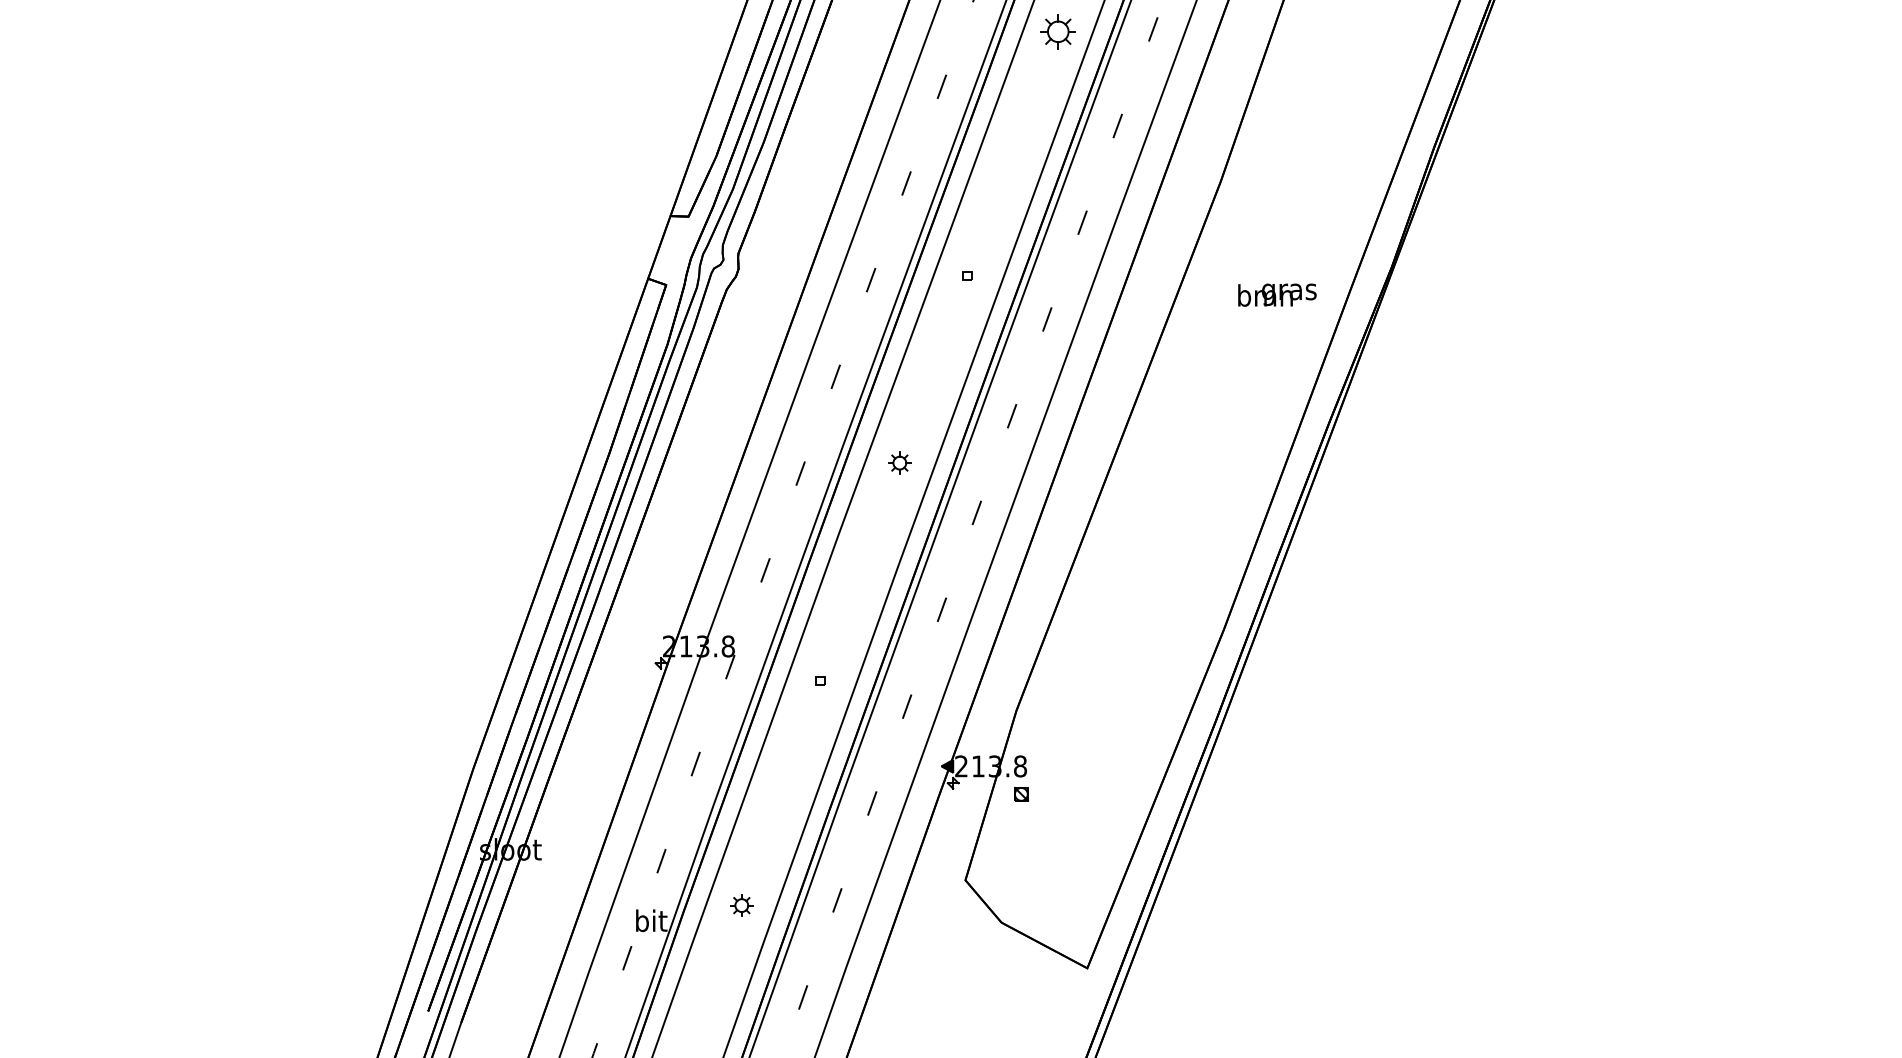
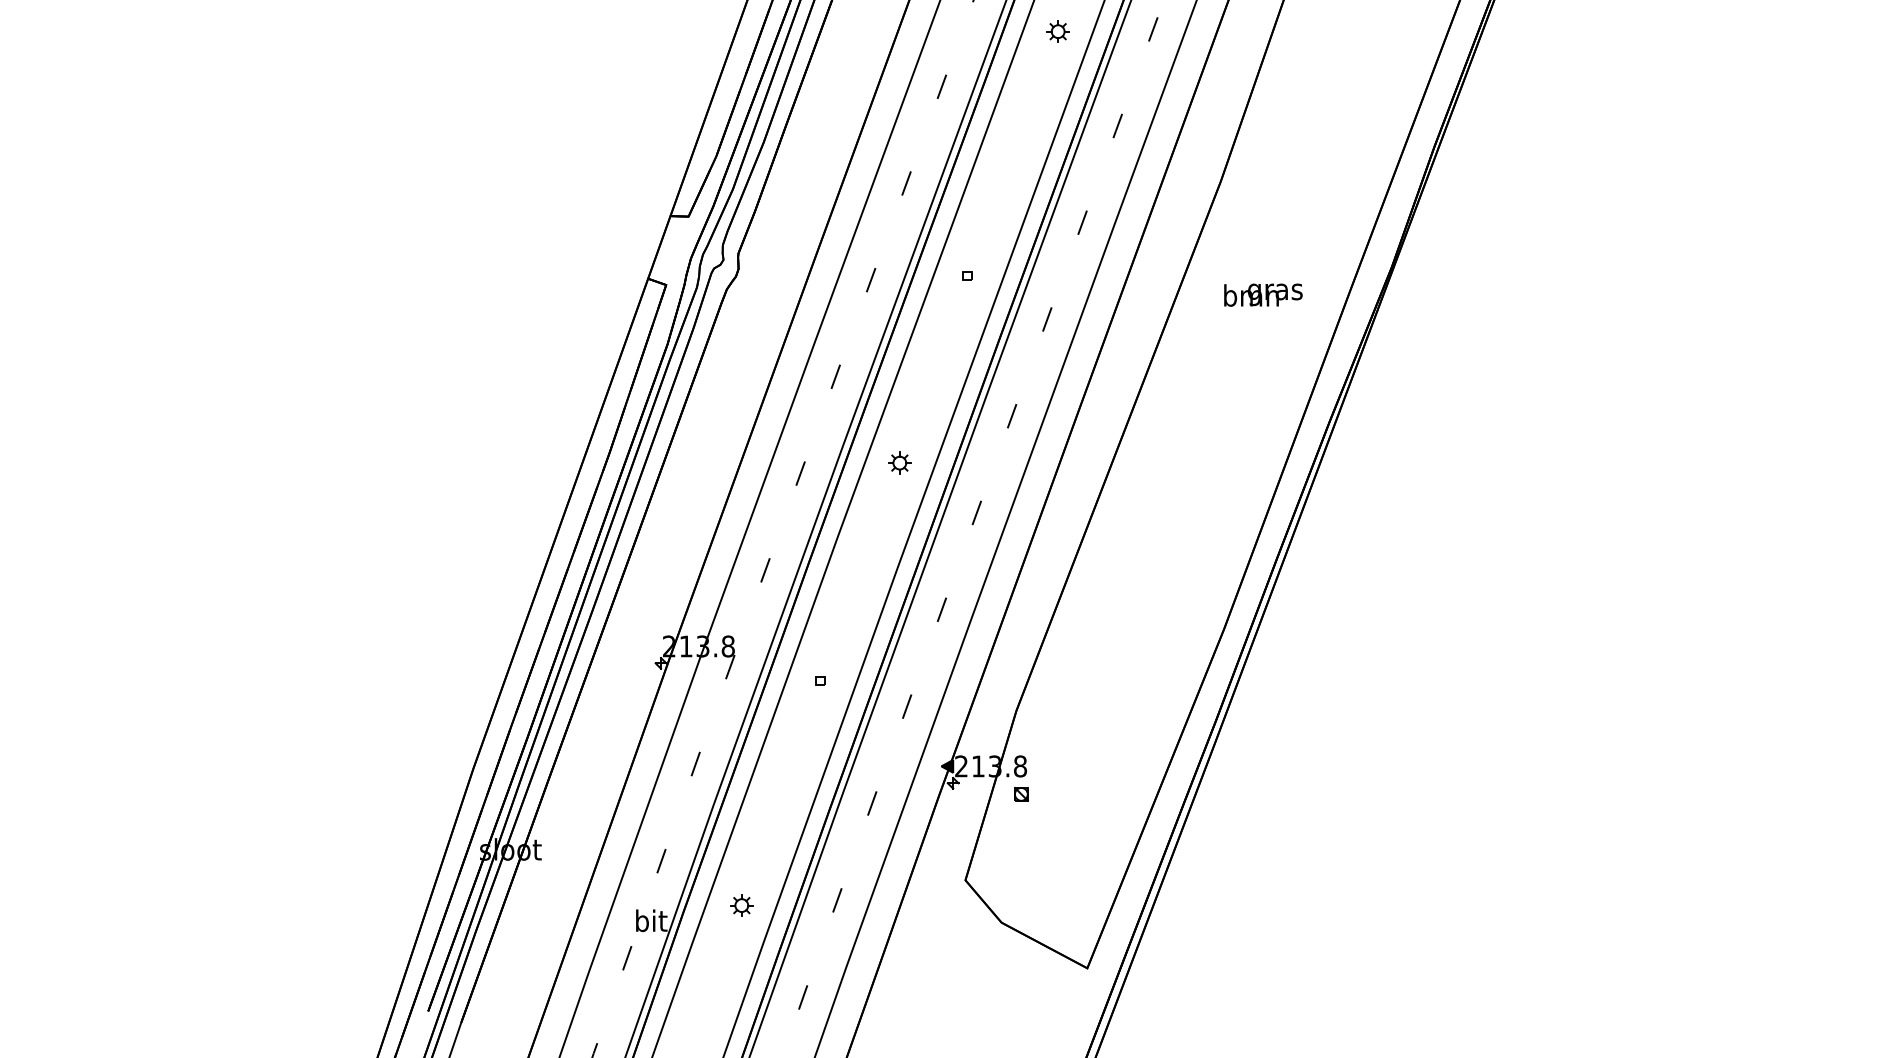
part at (1057, 31) size: 36x36 px -> 24x23 px
text at (1277, 294) position: (1277, 294) -> (1263, 294)
